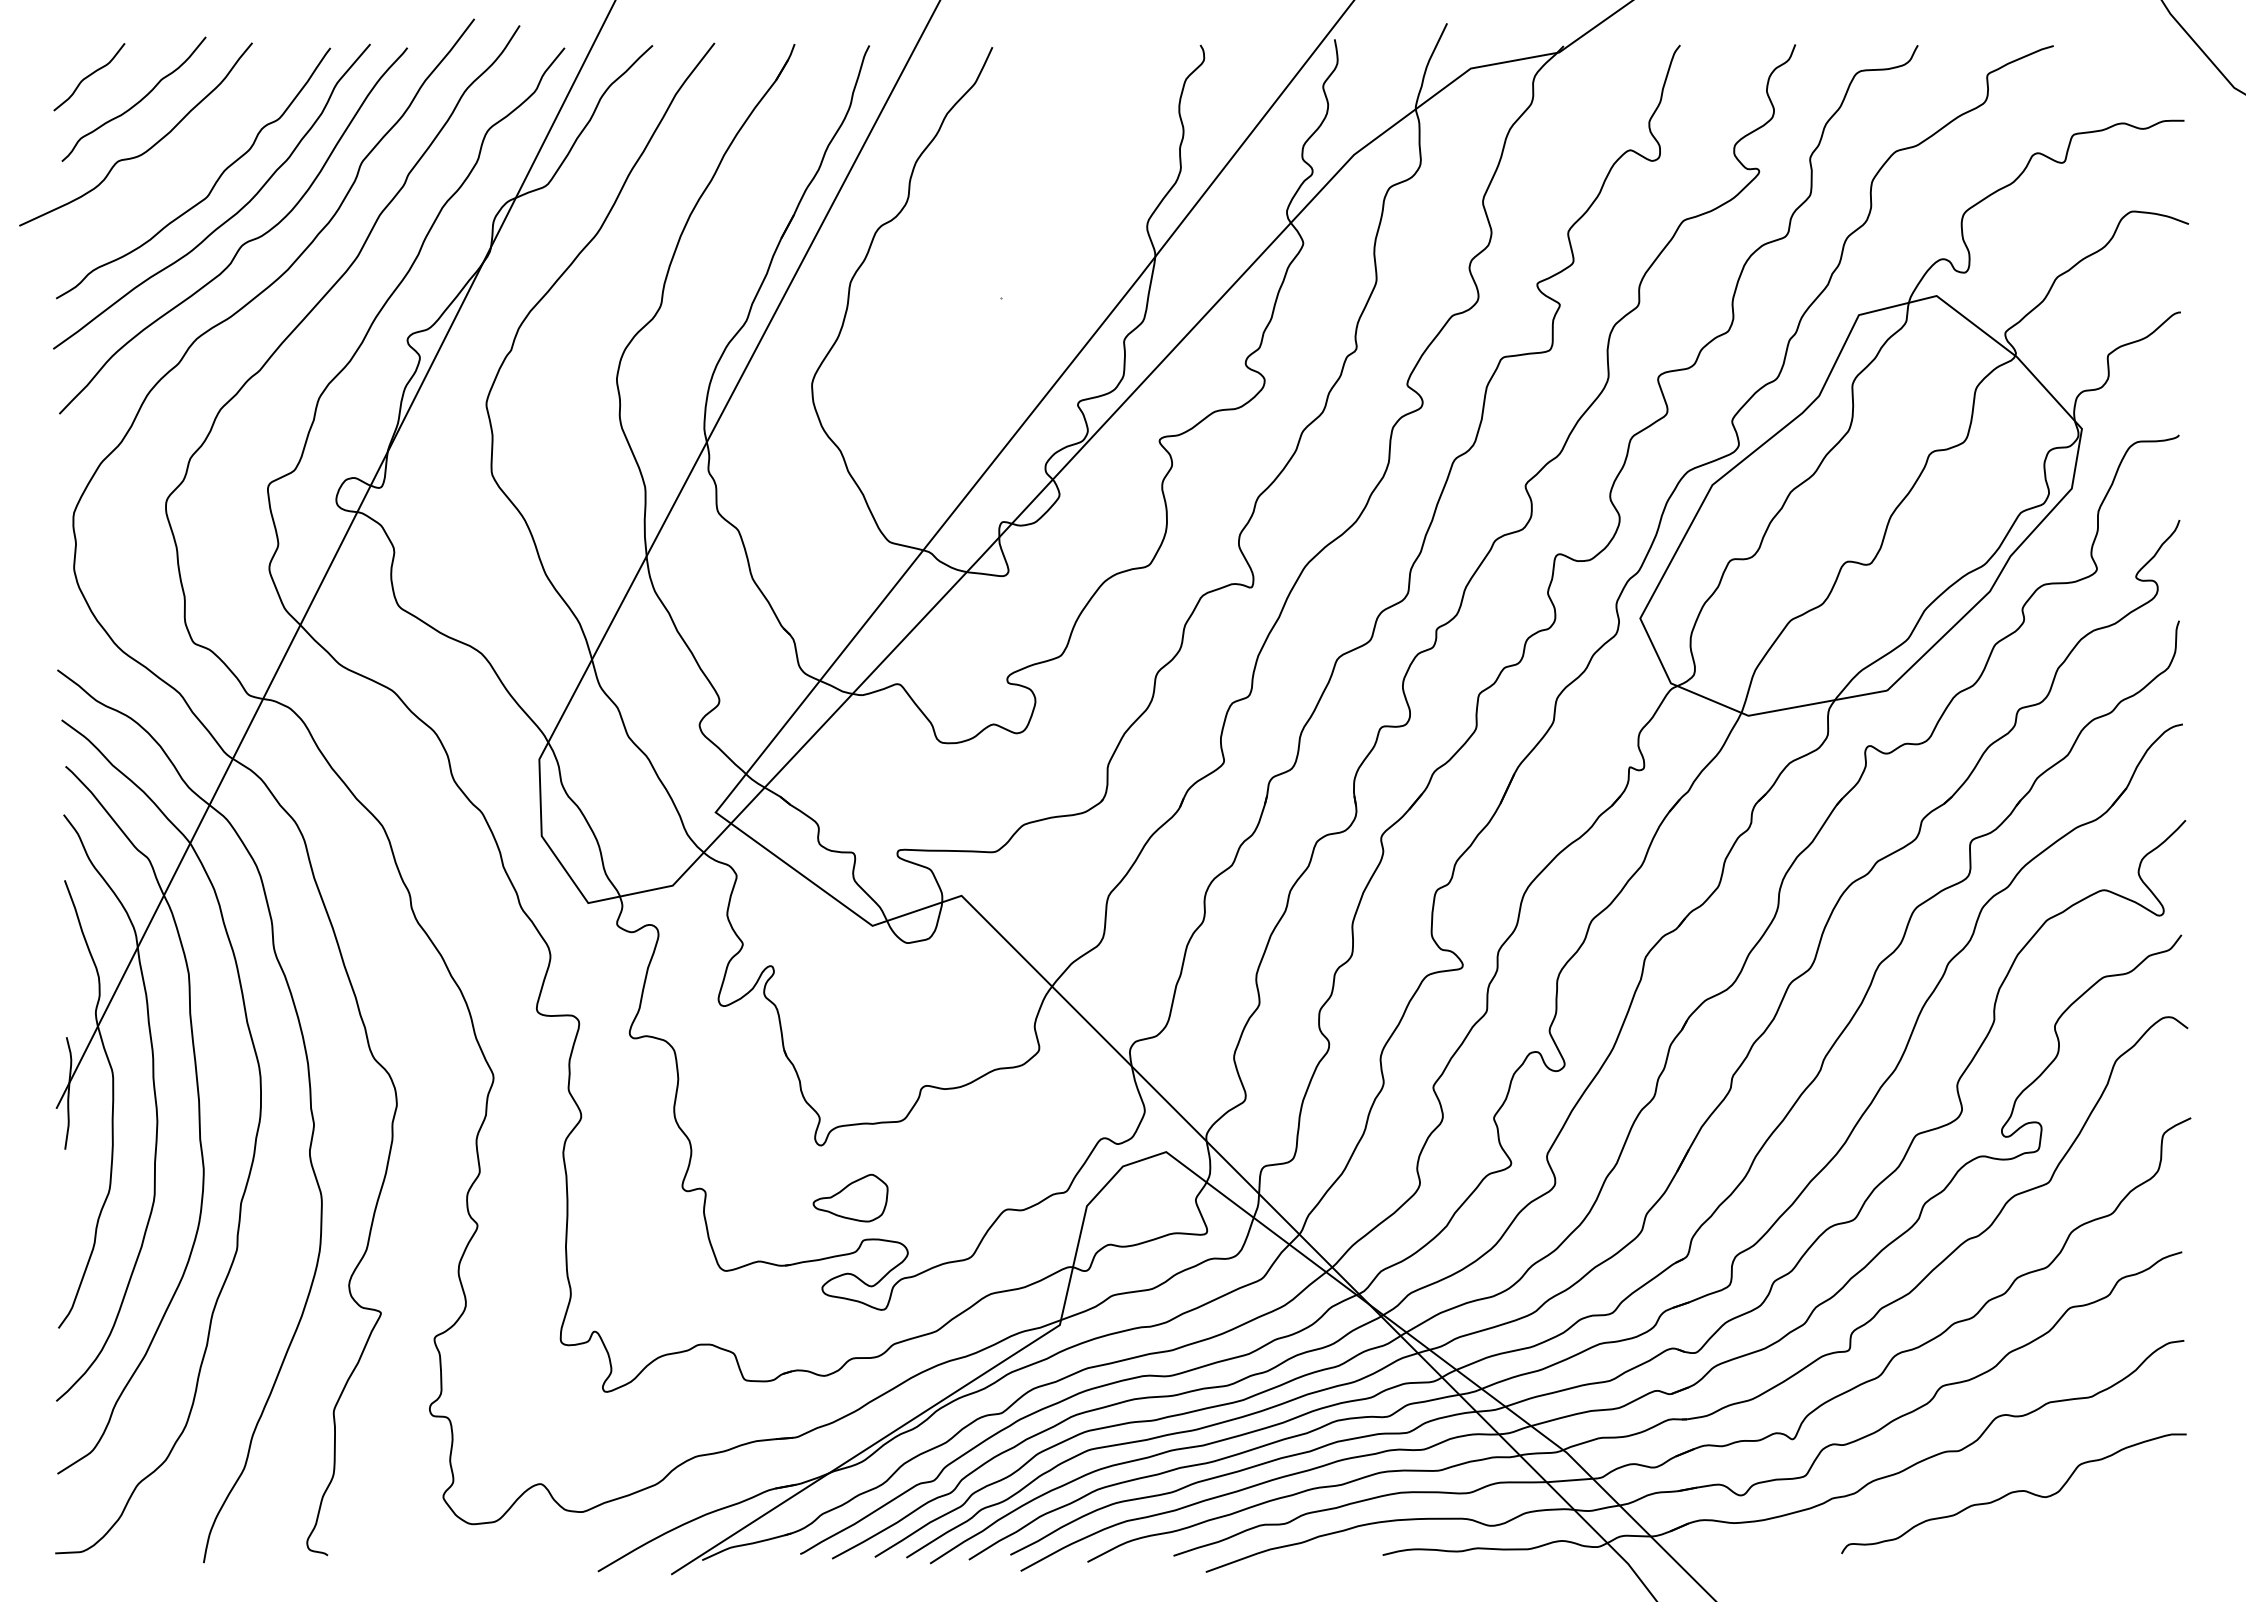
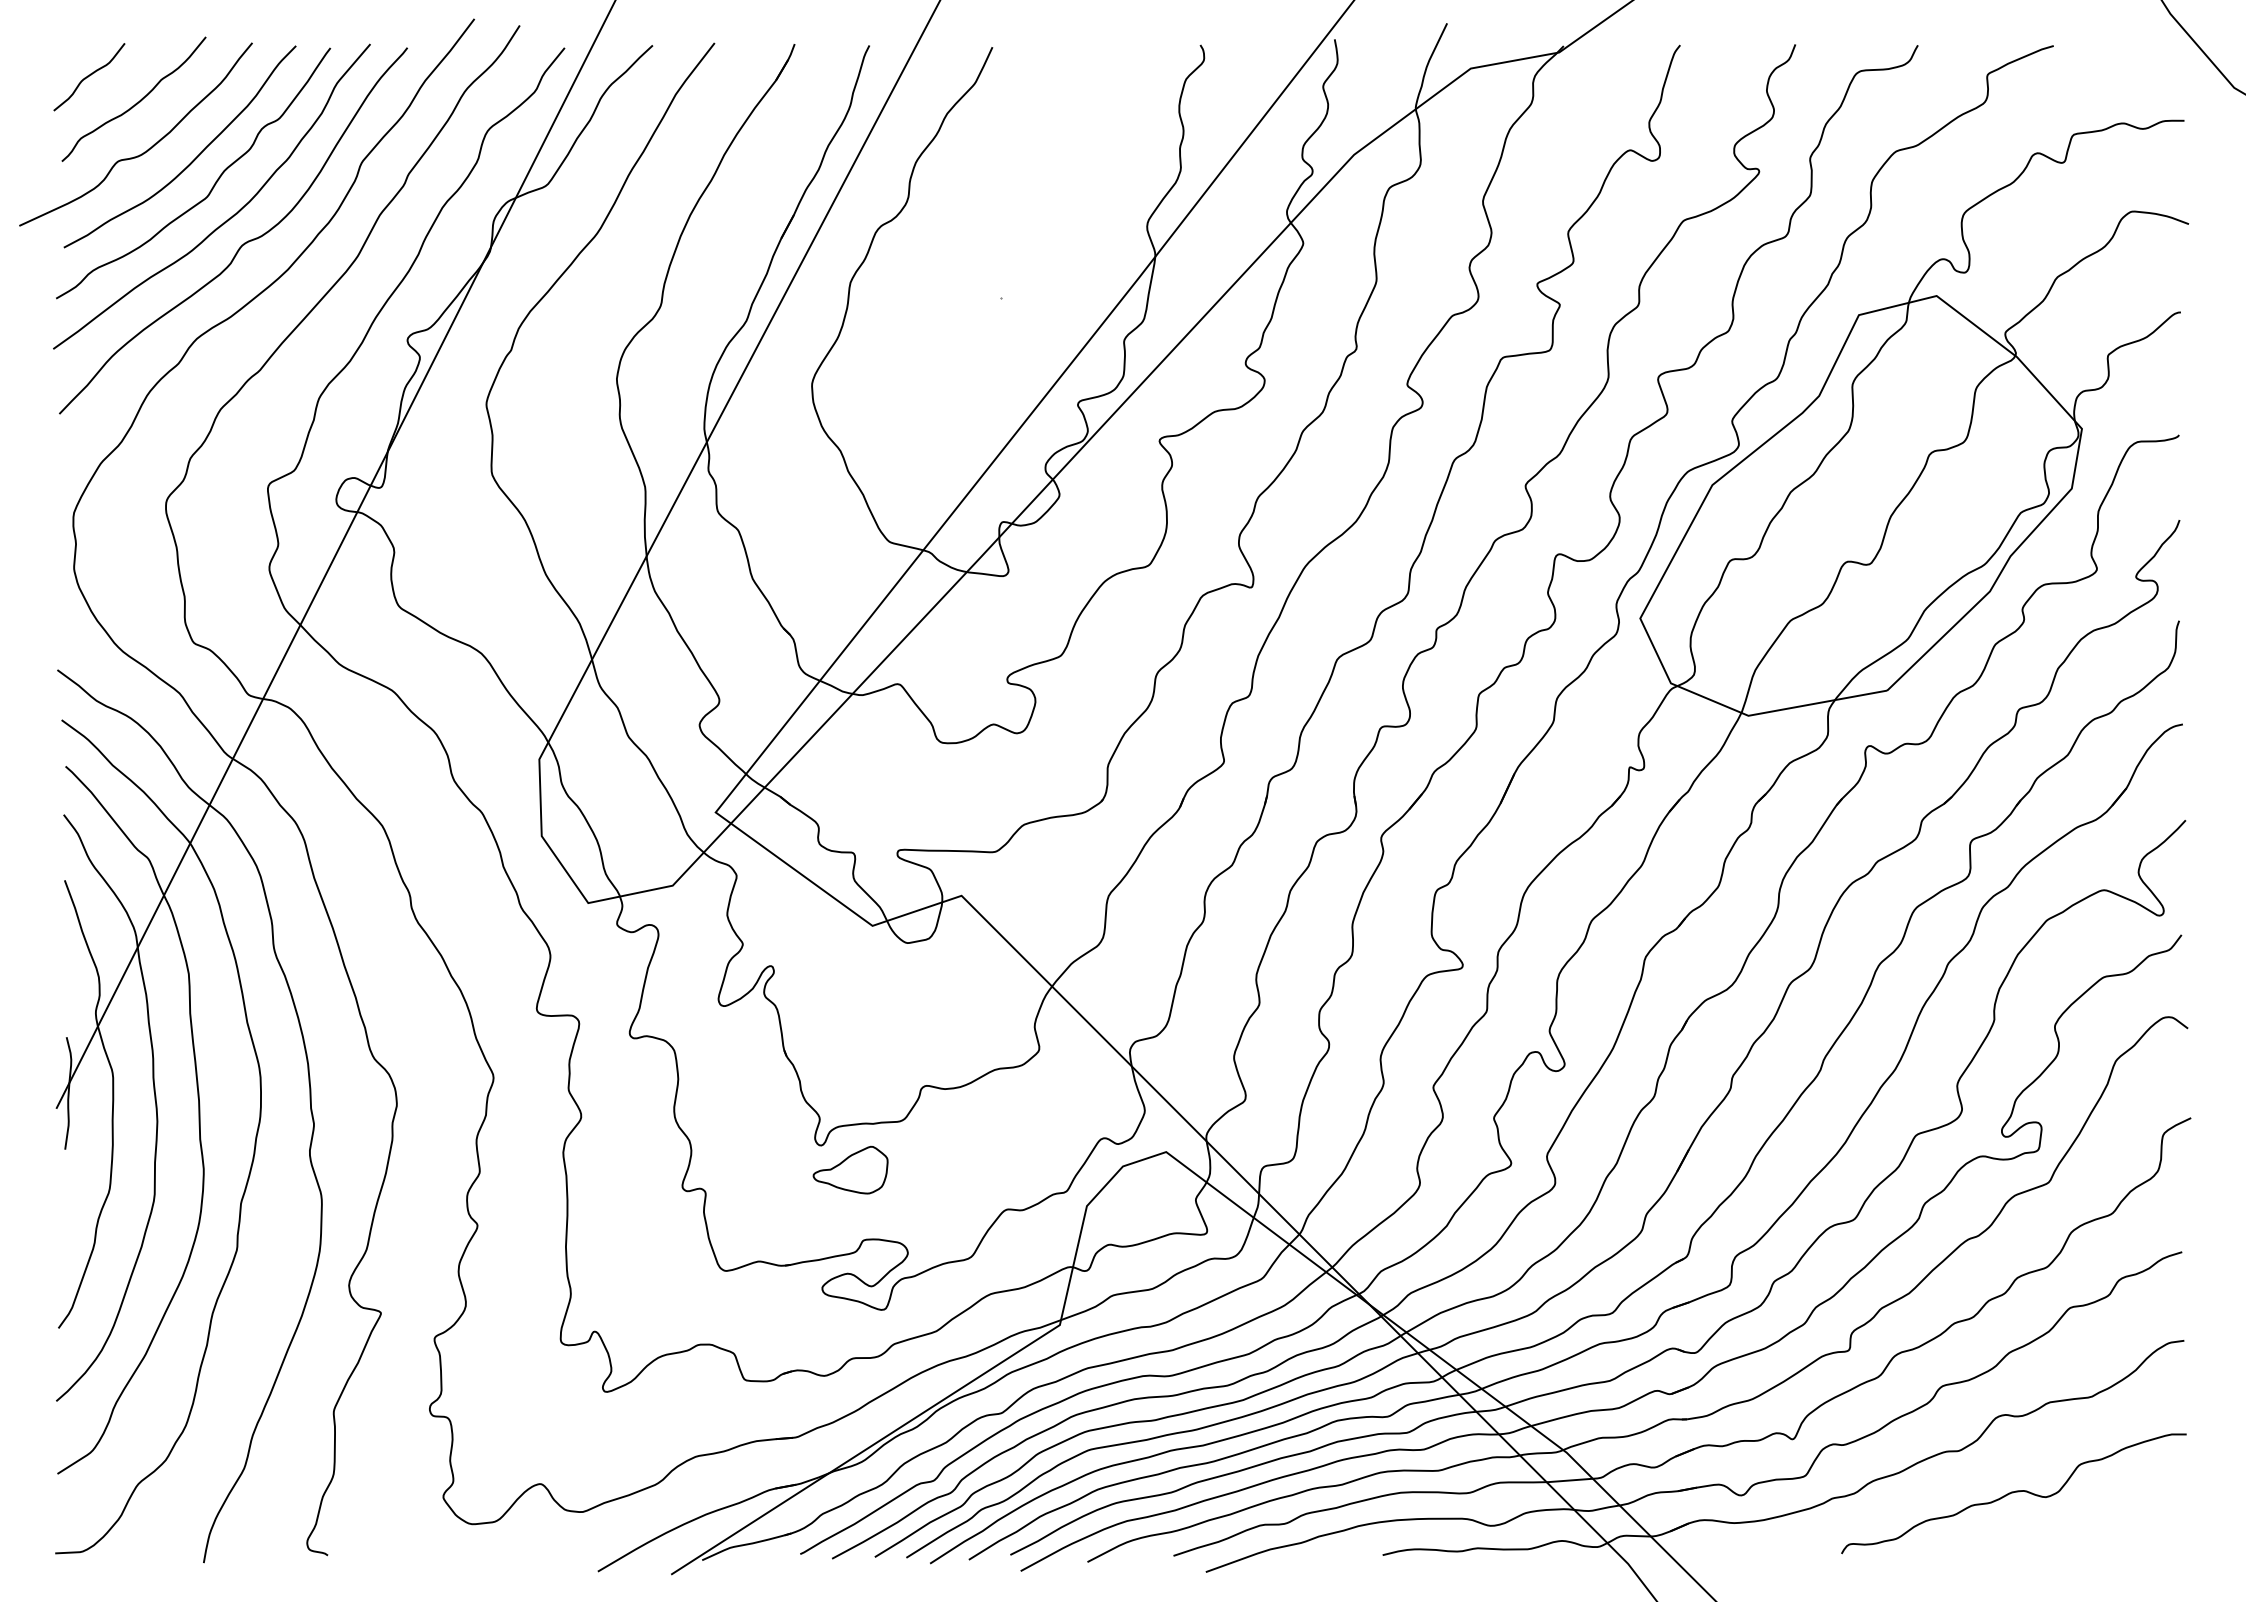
curve at (193, 159): none -> present
part at (850, 1197) position: (850, 1197) -> (850, 1169)
